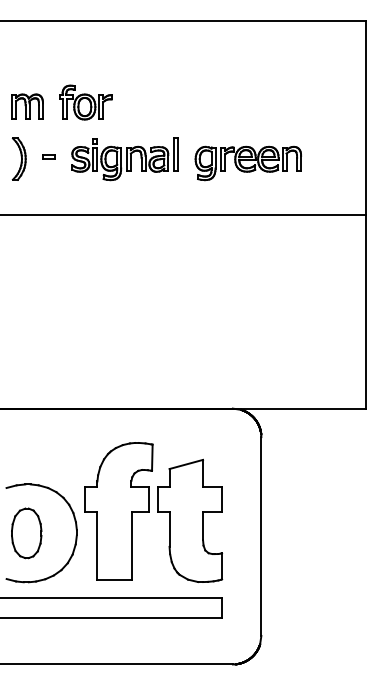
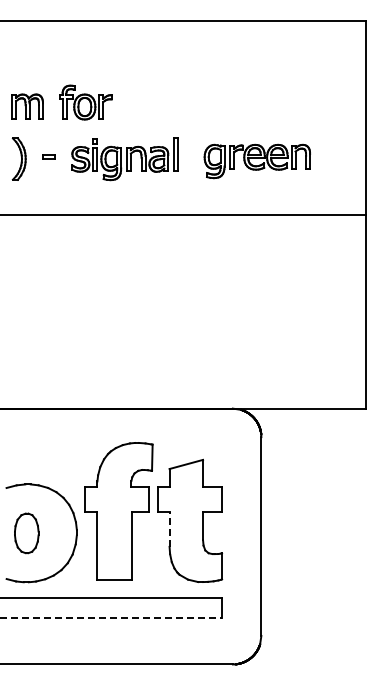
part at (247, 163) position: (247, 163) -> (256, 161)
line at (169, 529): solid -> dashed
part at (26, 533) size: 32x53 px -> 26x43 px
line at (111, 618): solid -> dashed
